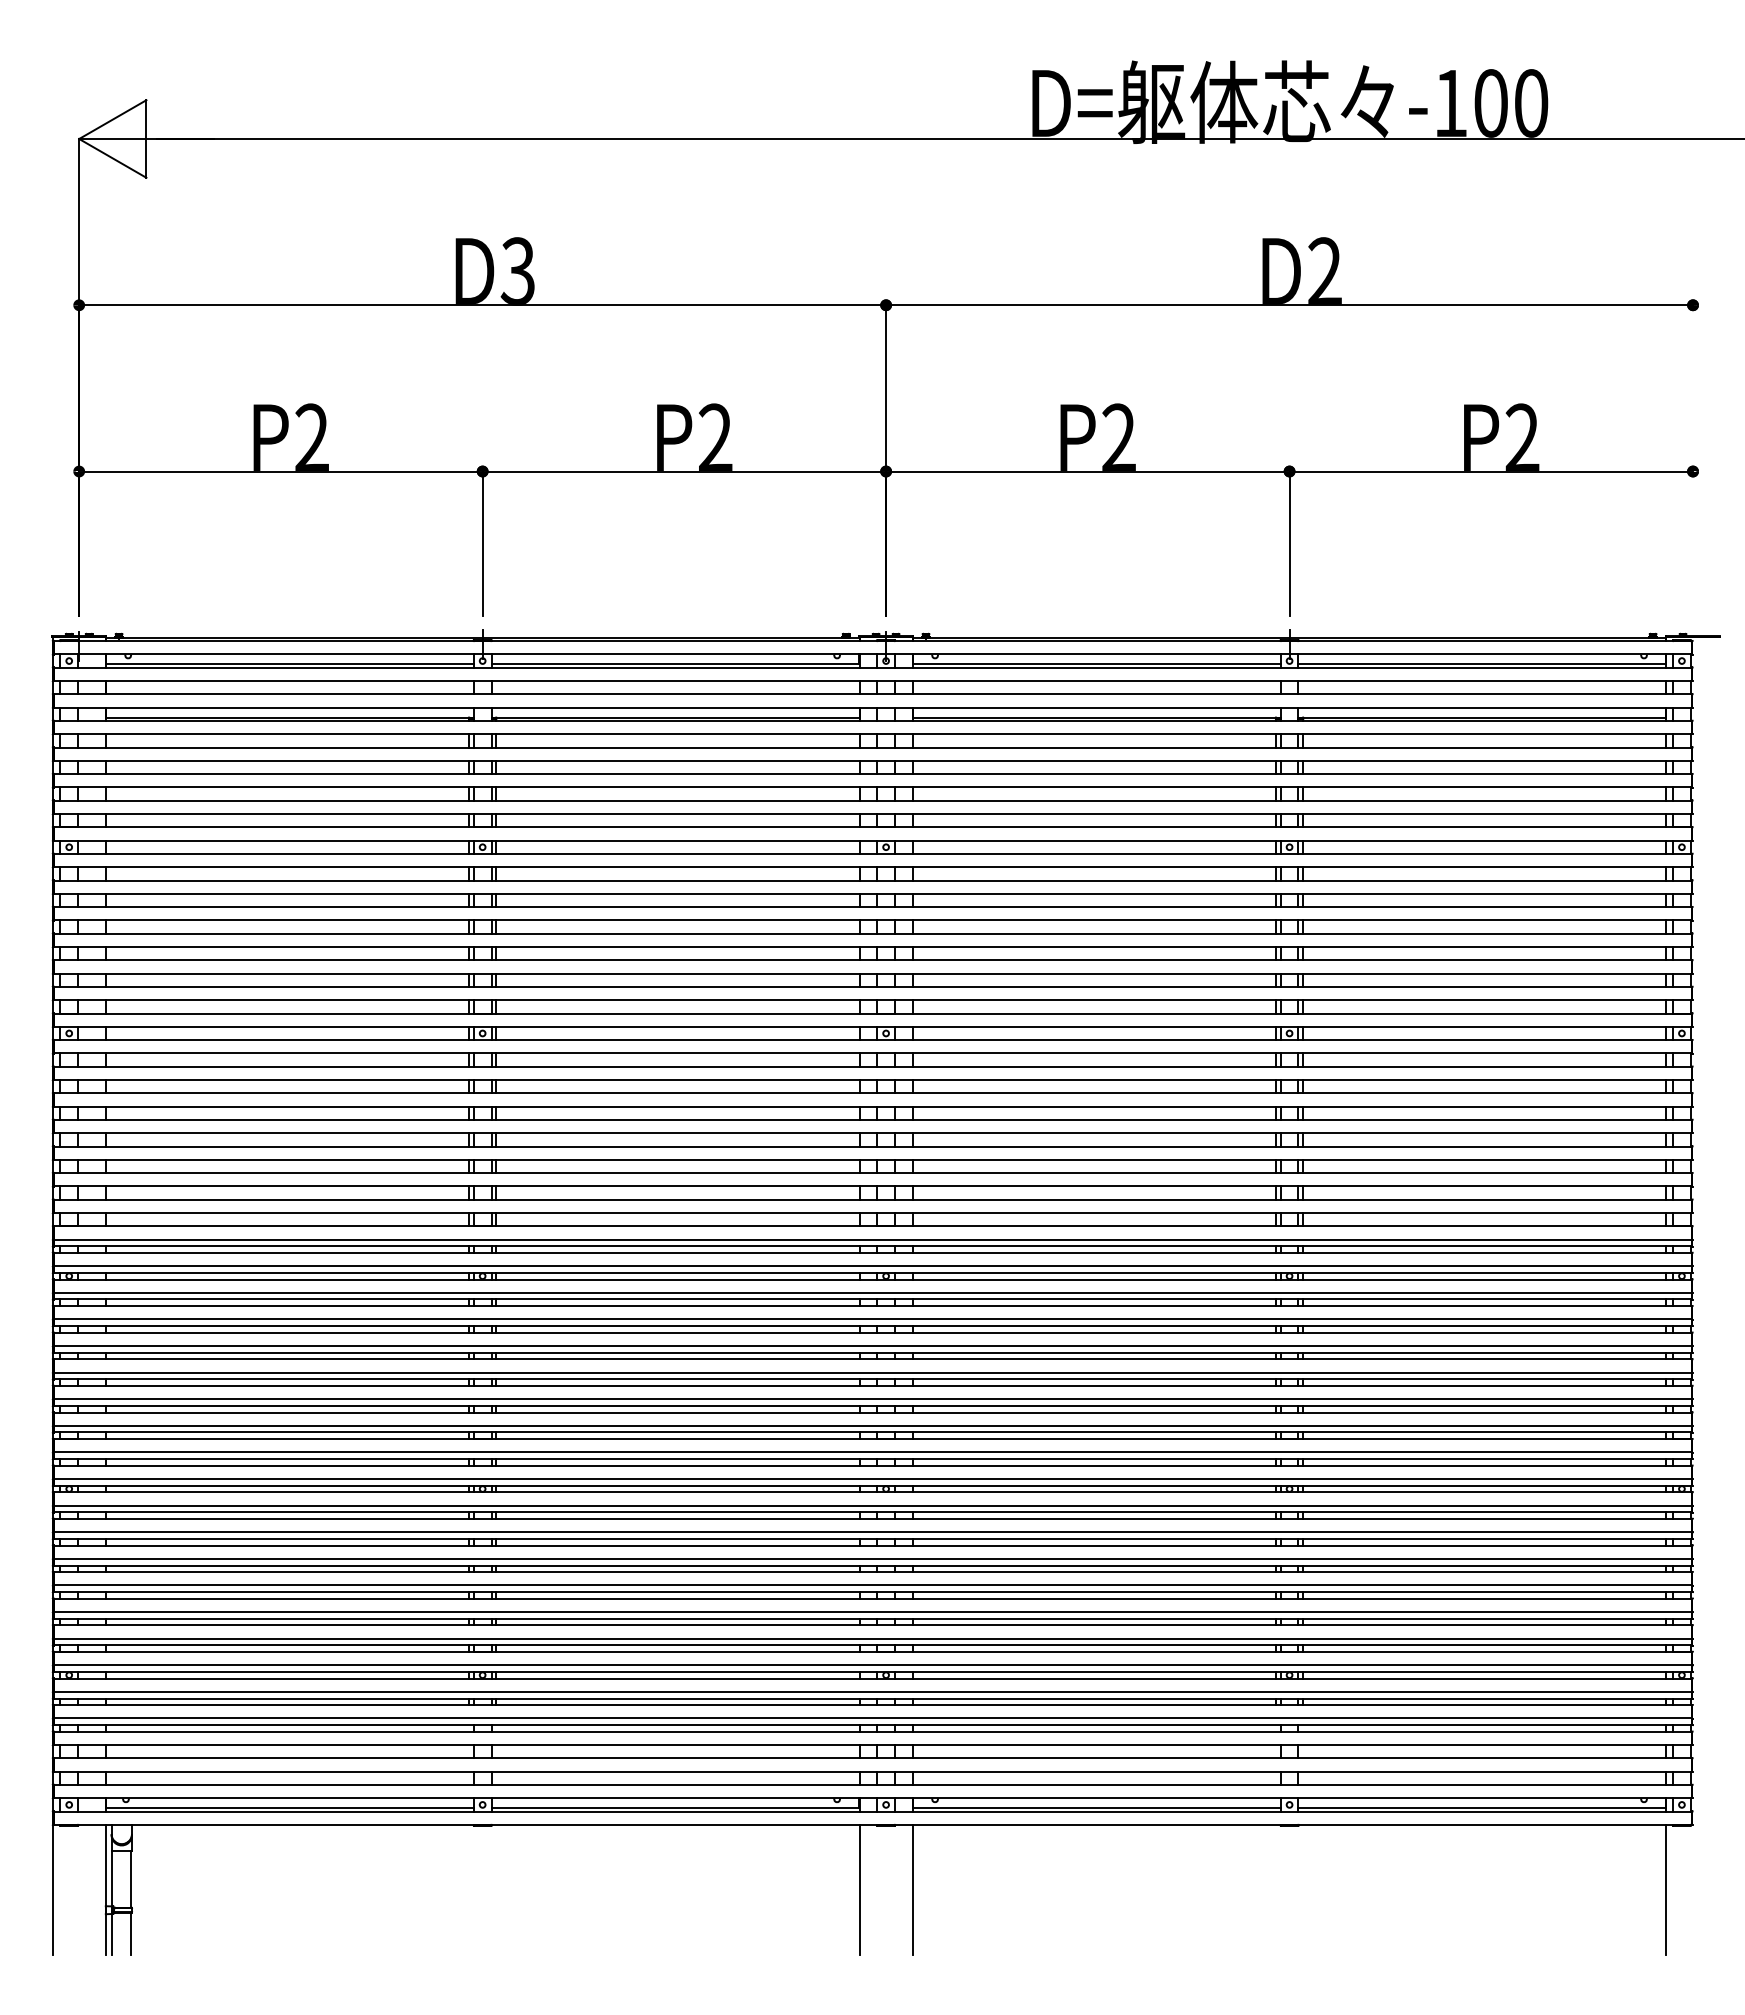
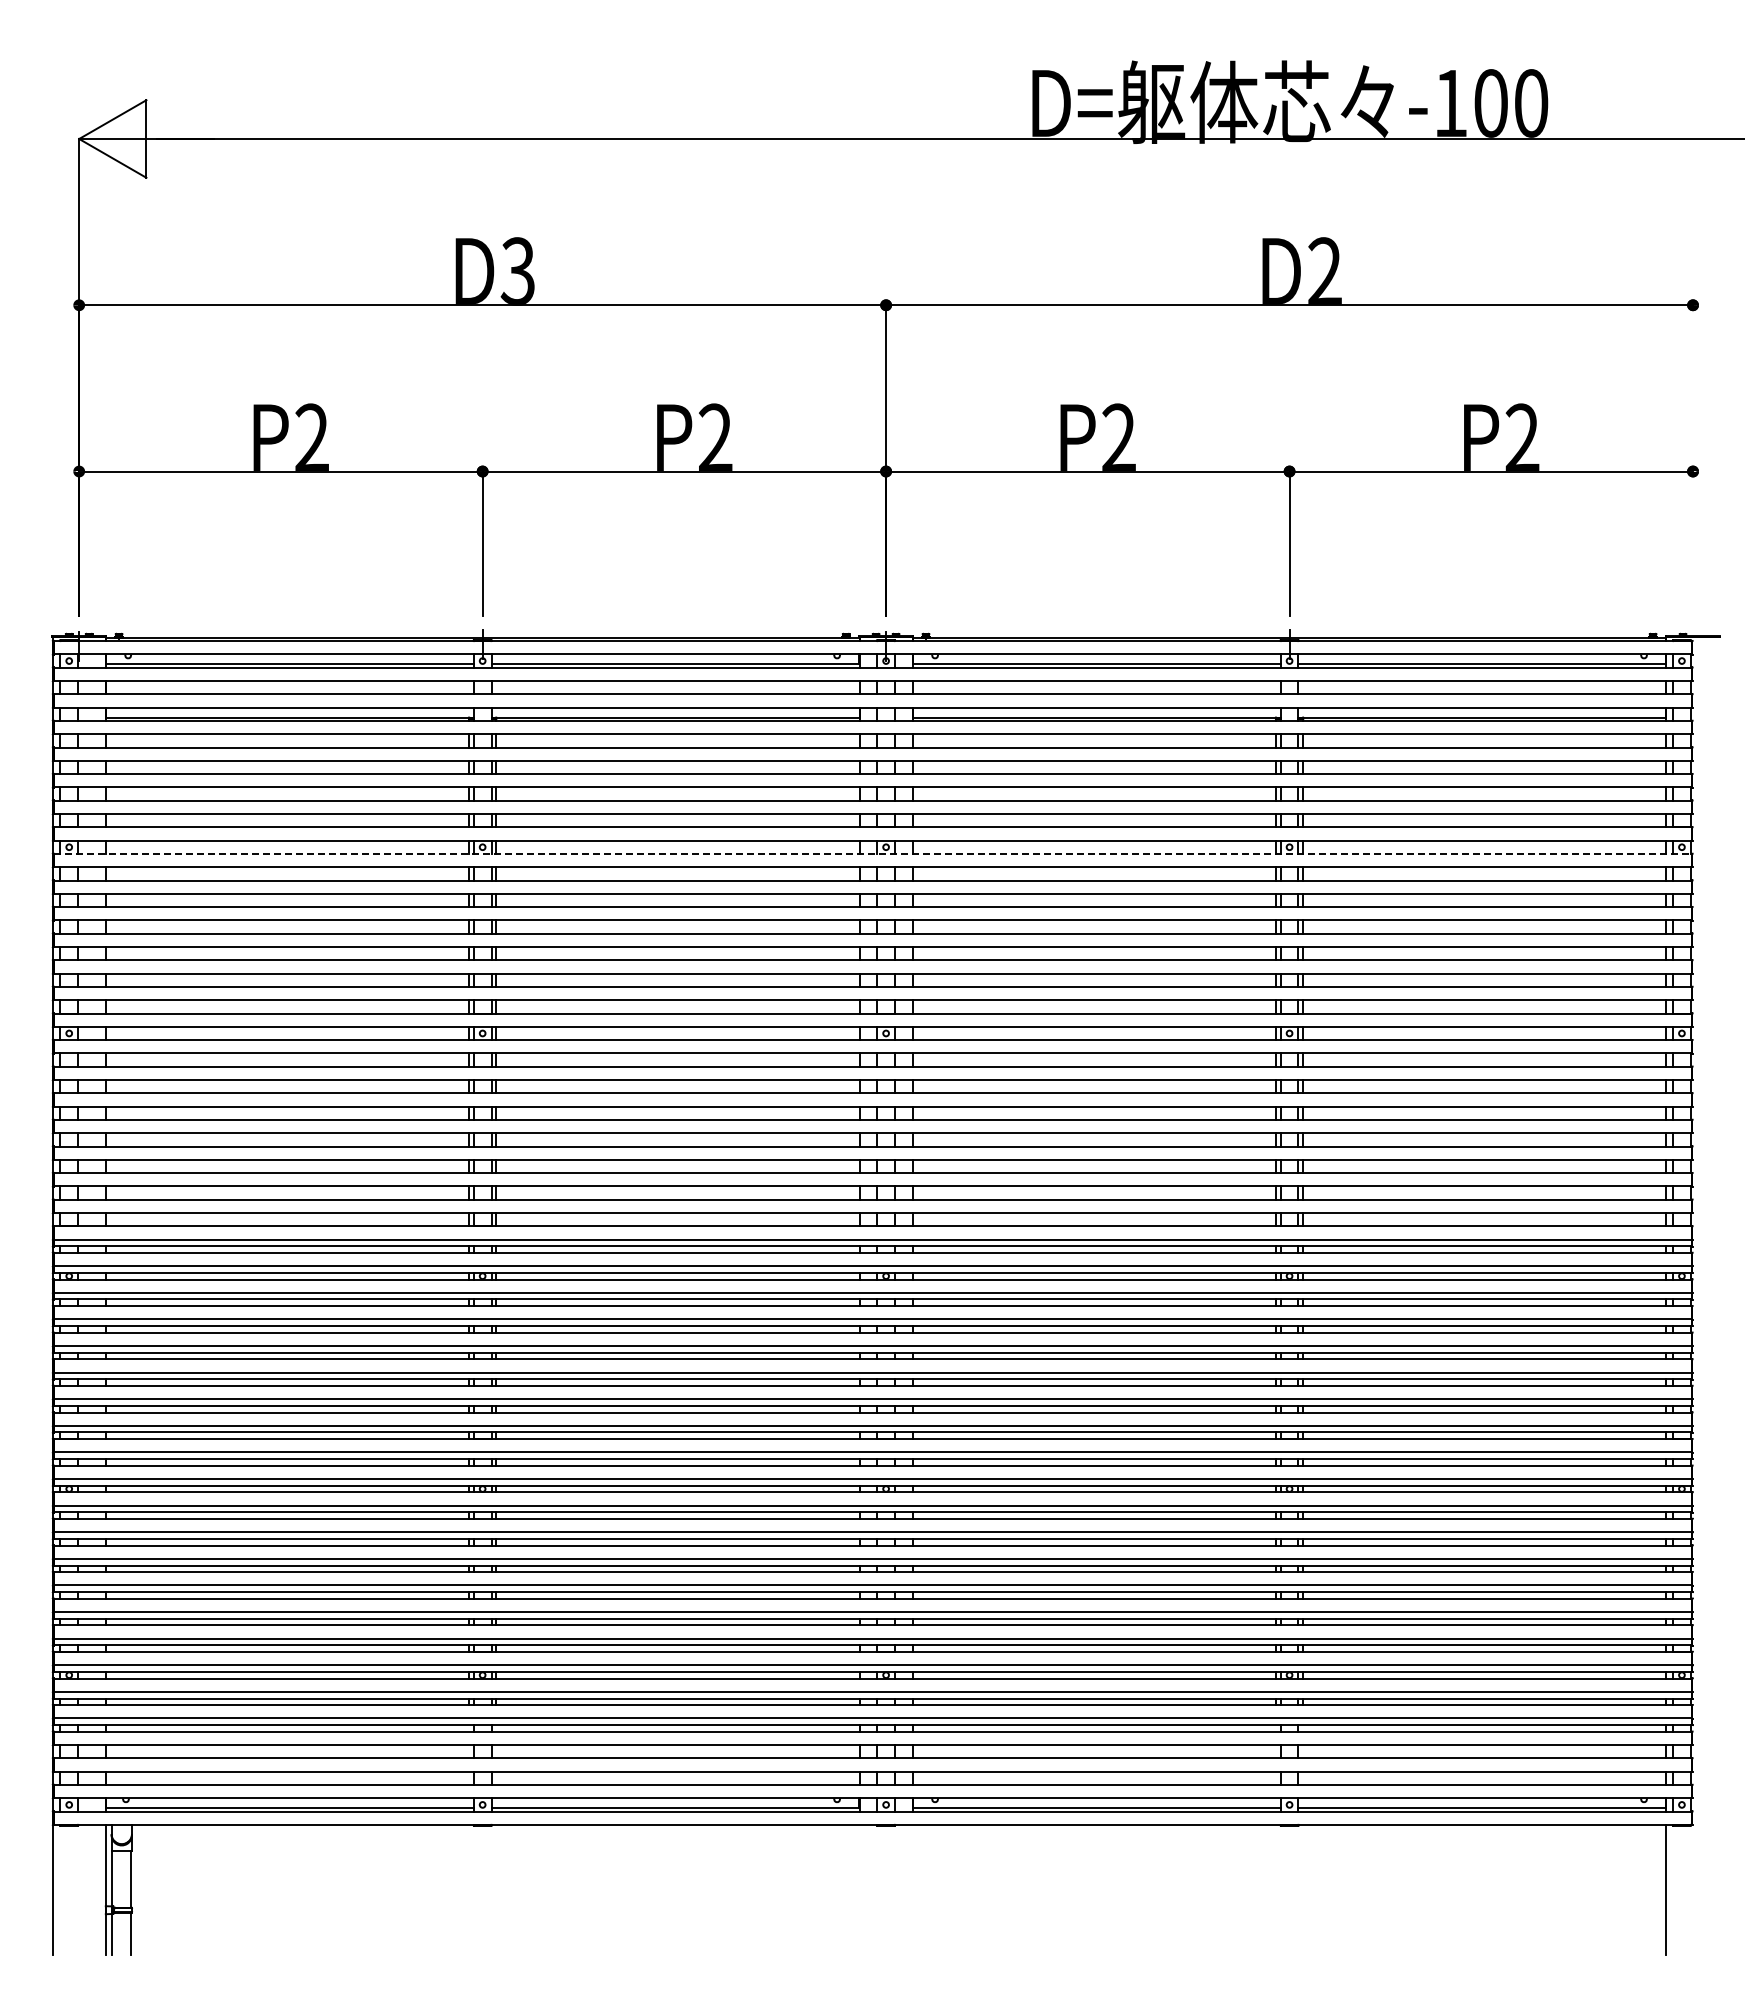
line at (873, 853): solid -> dashed
line at (859, 1889): present -> none
line at (912, 1889): present -> none
